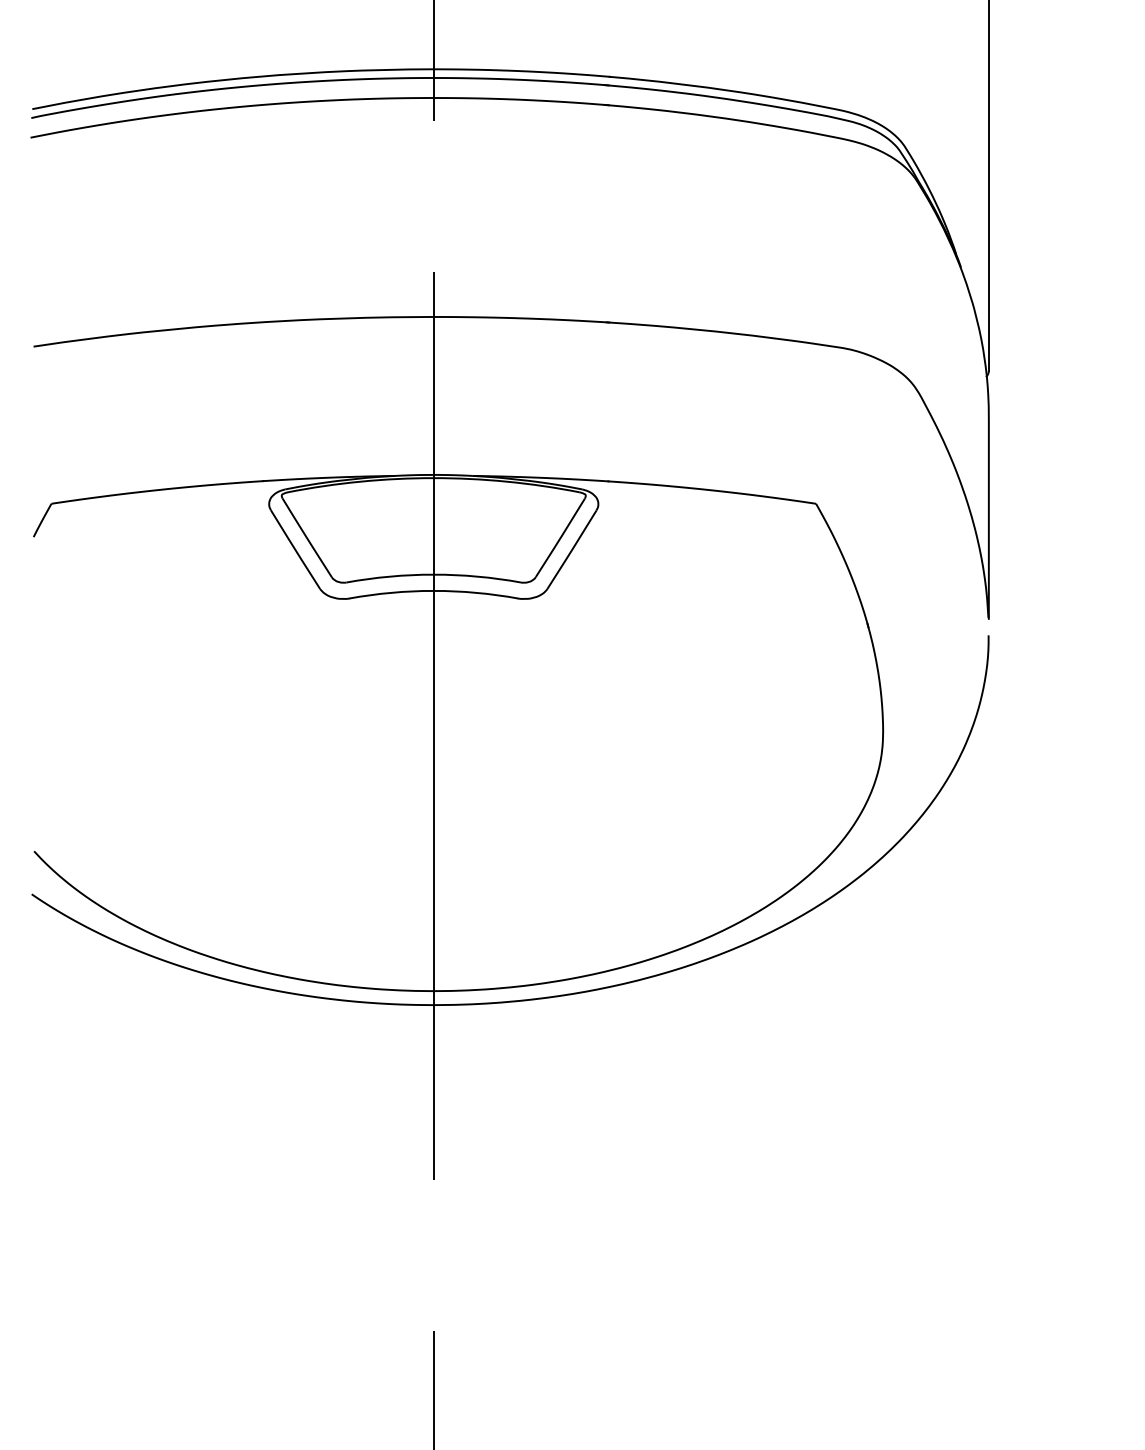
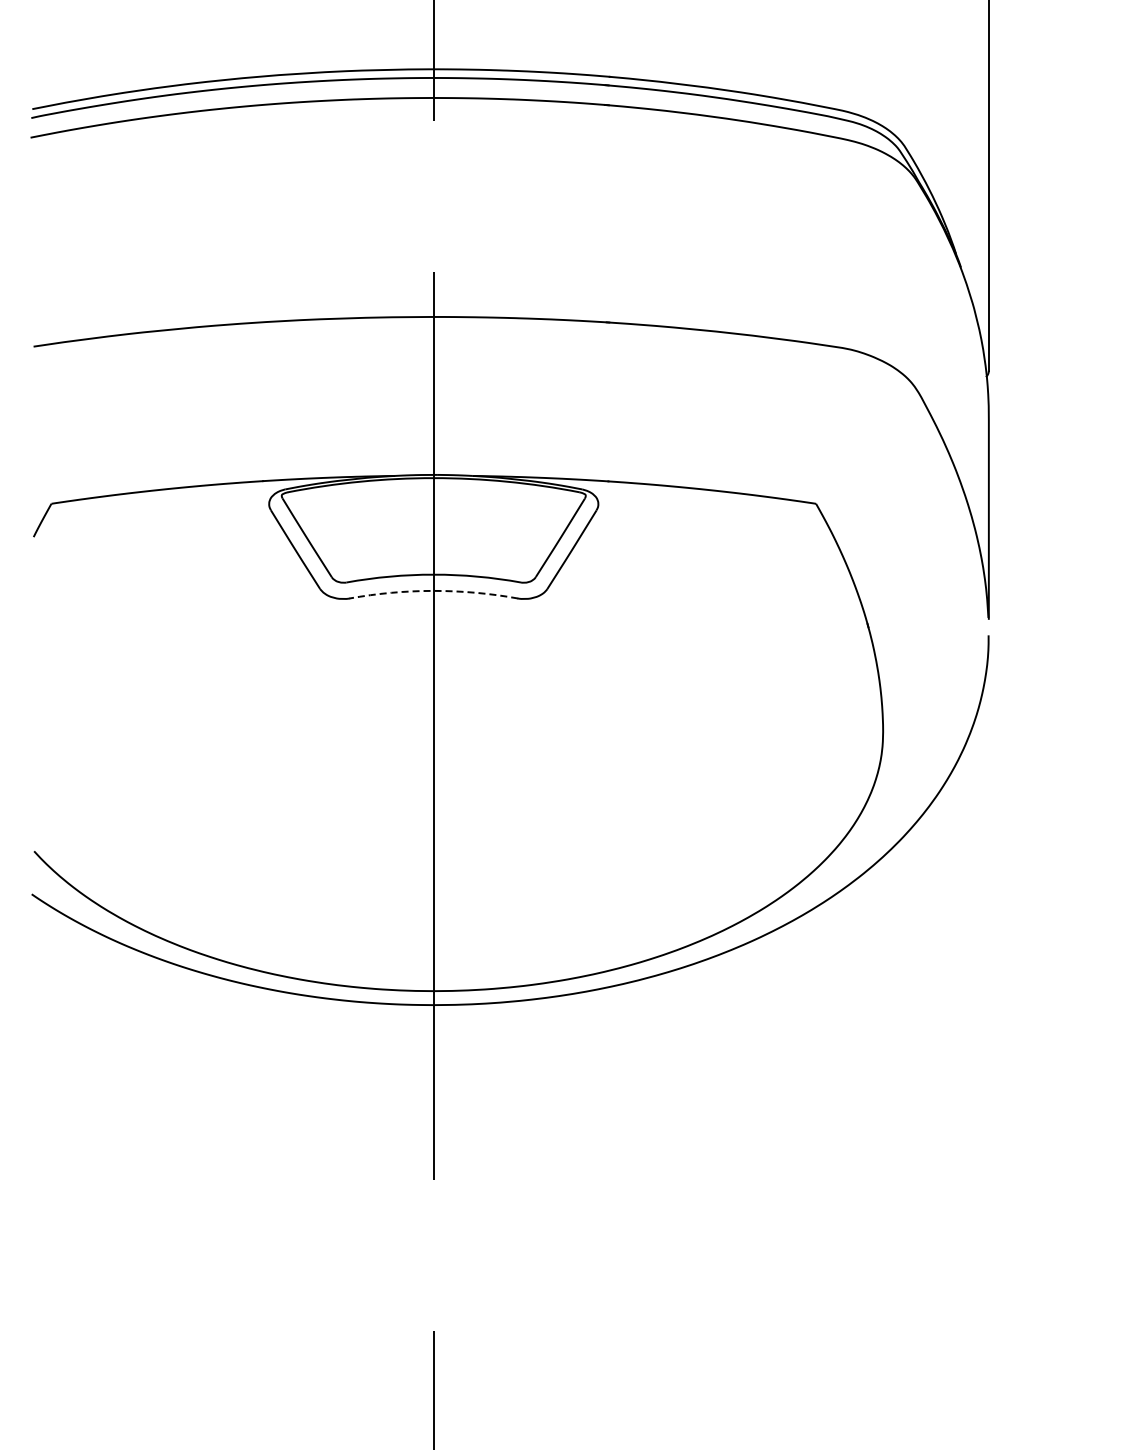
arc at (433, 590): solid -> dashed
